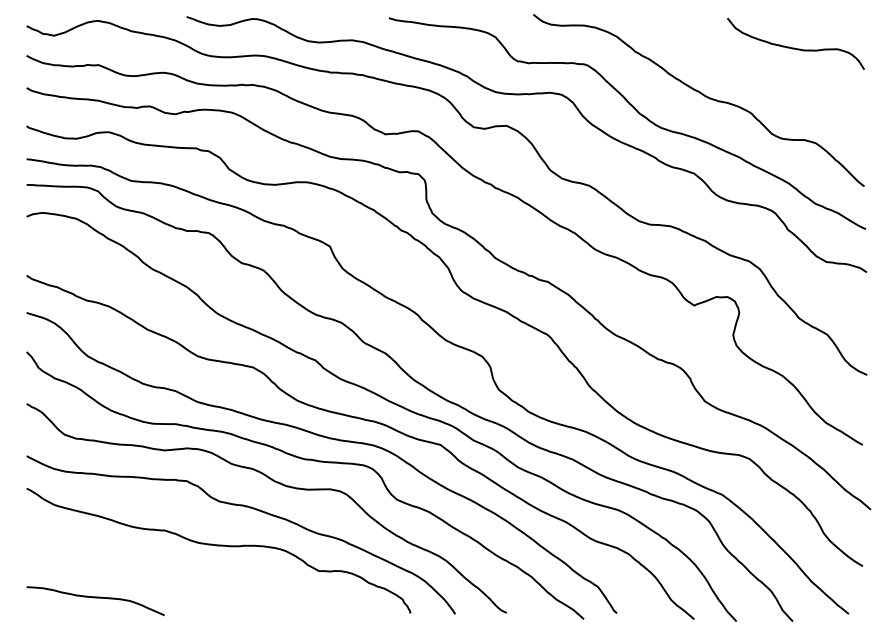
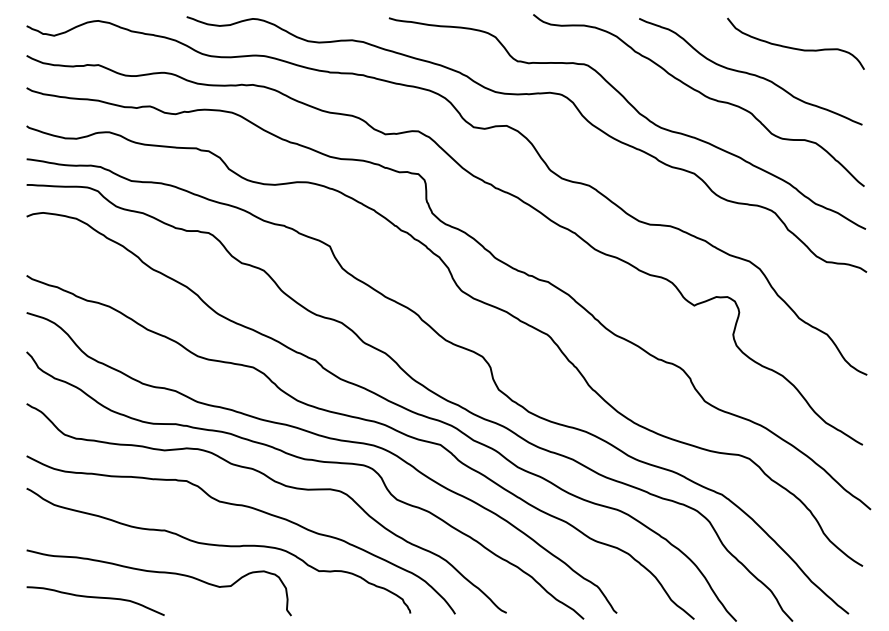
curve at (750, 73): none -> present
curve at (158, 573): none -> present
